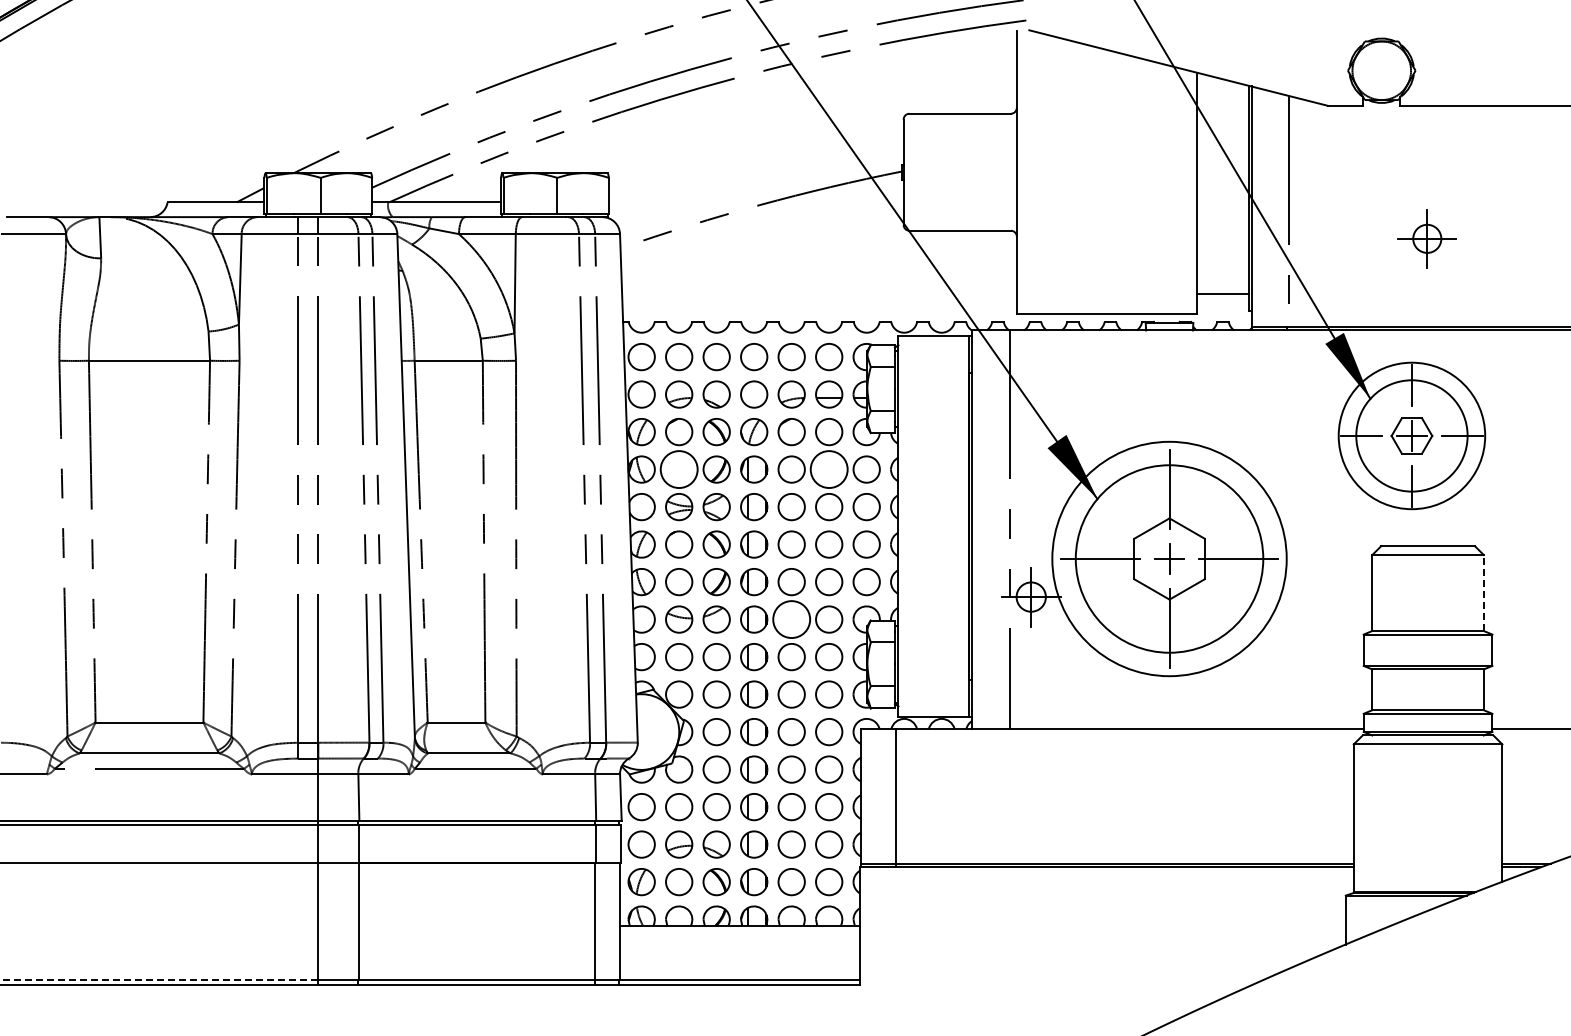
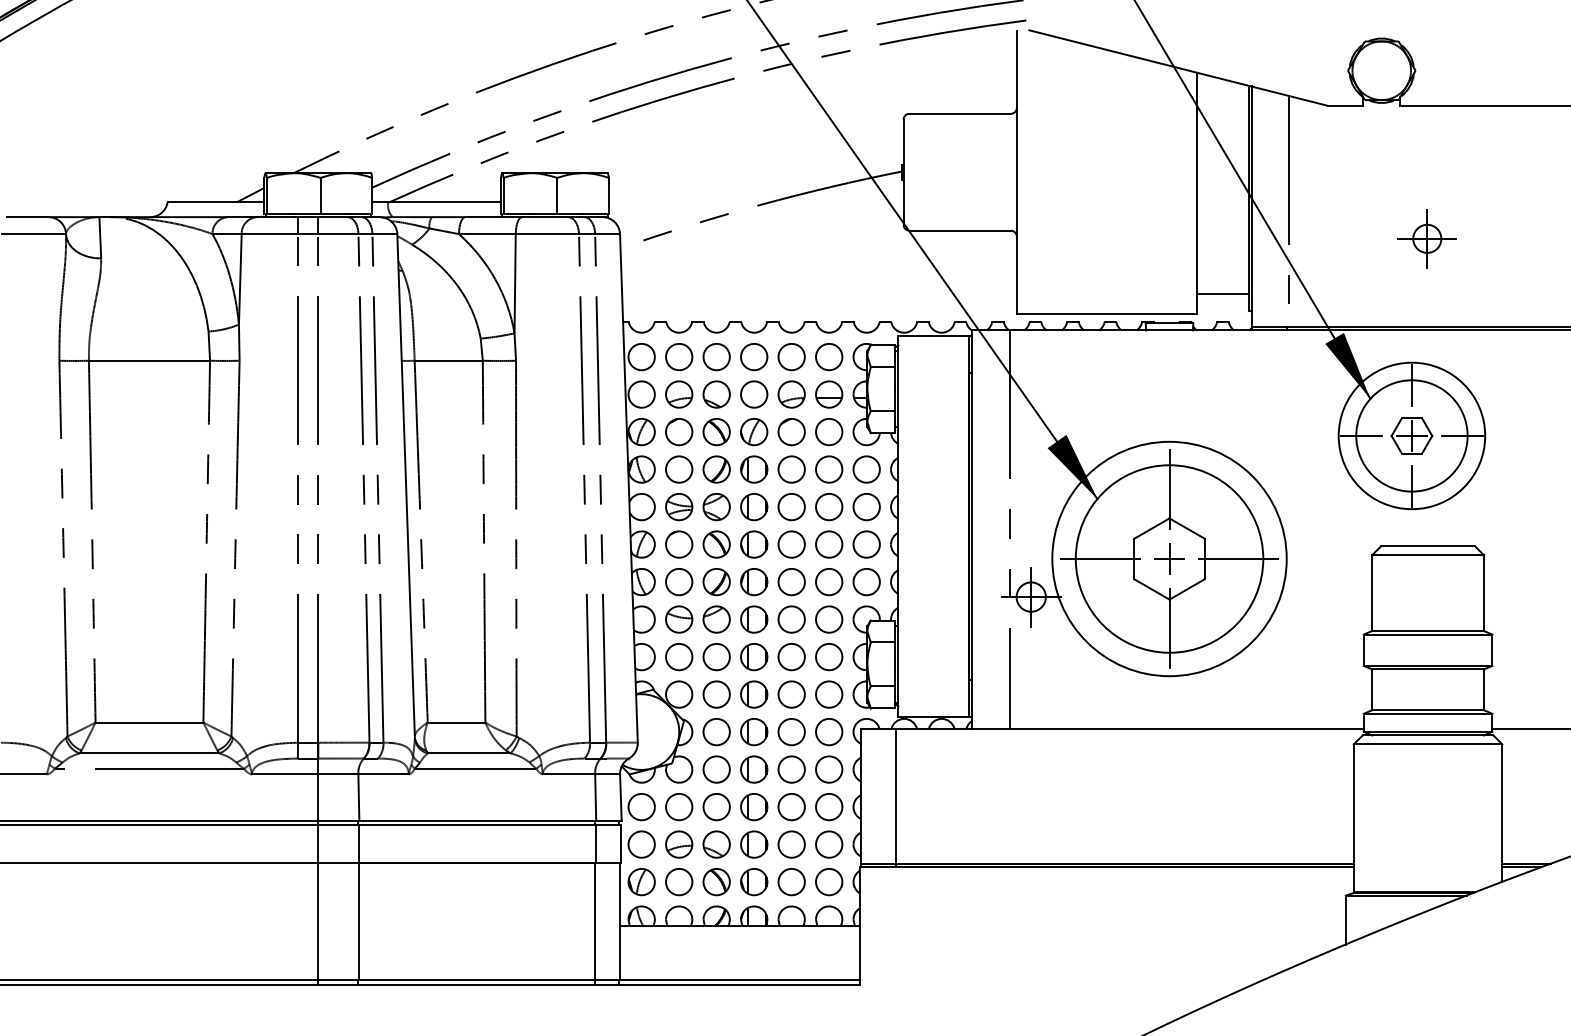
circle at (678, 469) diameter: 37 px -> 26 px
circle at (828, 469) diameter: 37 px -> 26 px
line at (1483, 593): dashed -> solid
circle at (791, 619) diameter: 37 px -> 26 px
line at (159, 980): dashed -> solid
